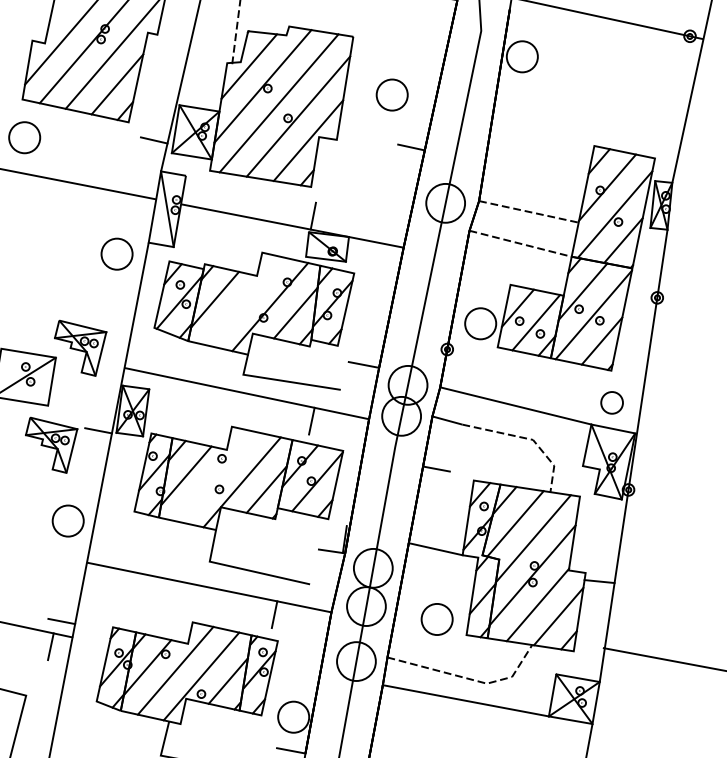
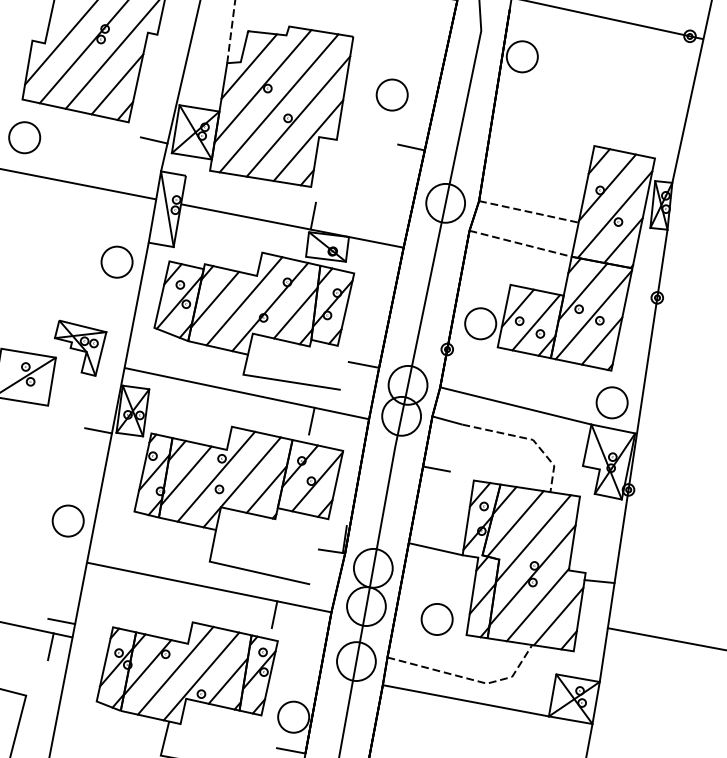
line at (236, 33) position: (236, 33) -> (230, 32)
part at (116, 253) position: (116, 253) -> (116, 261)
line at (244, 301): none -> present
part at (611, 402) size: 24x24 px -> 34x34 px
part at (51, 444): present -> none
line at (216, 476): none -> present
line at (663, 659) position: (663, 659) -> (665, 638)
